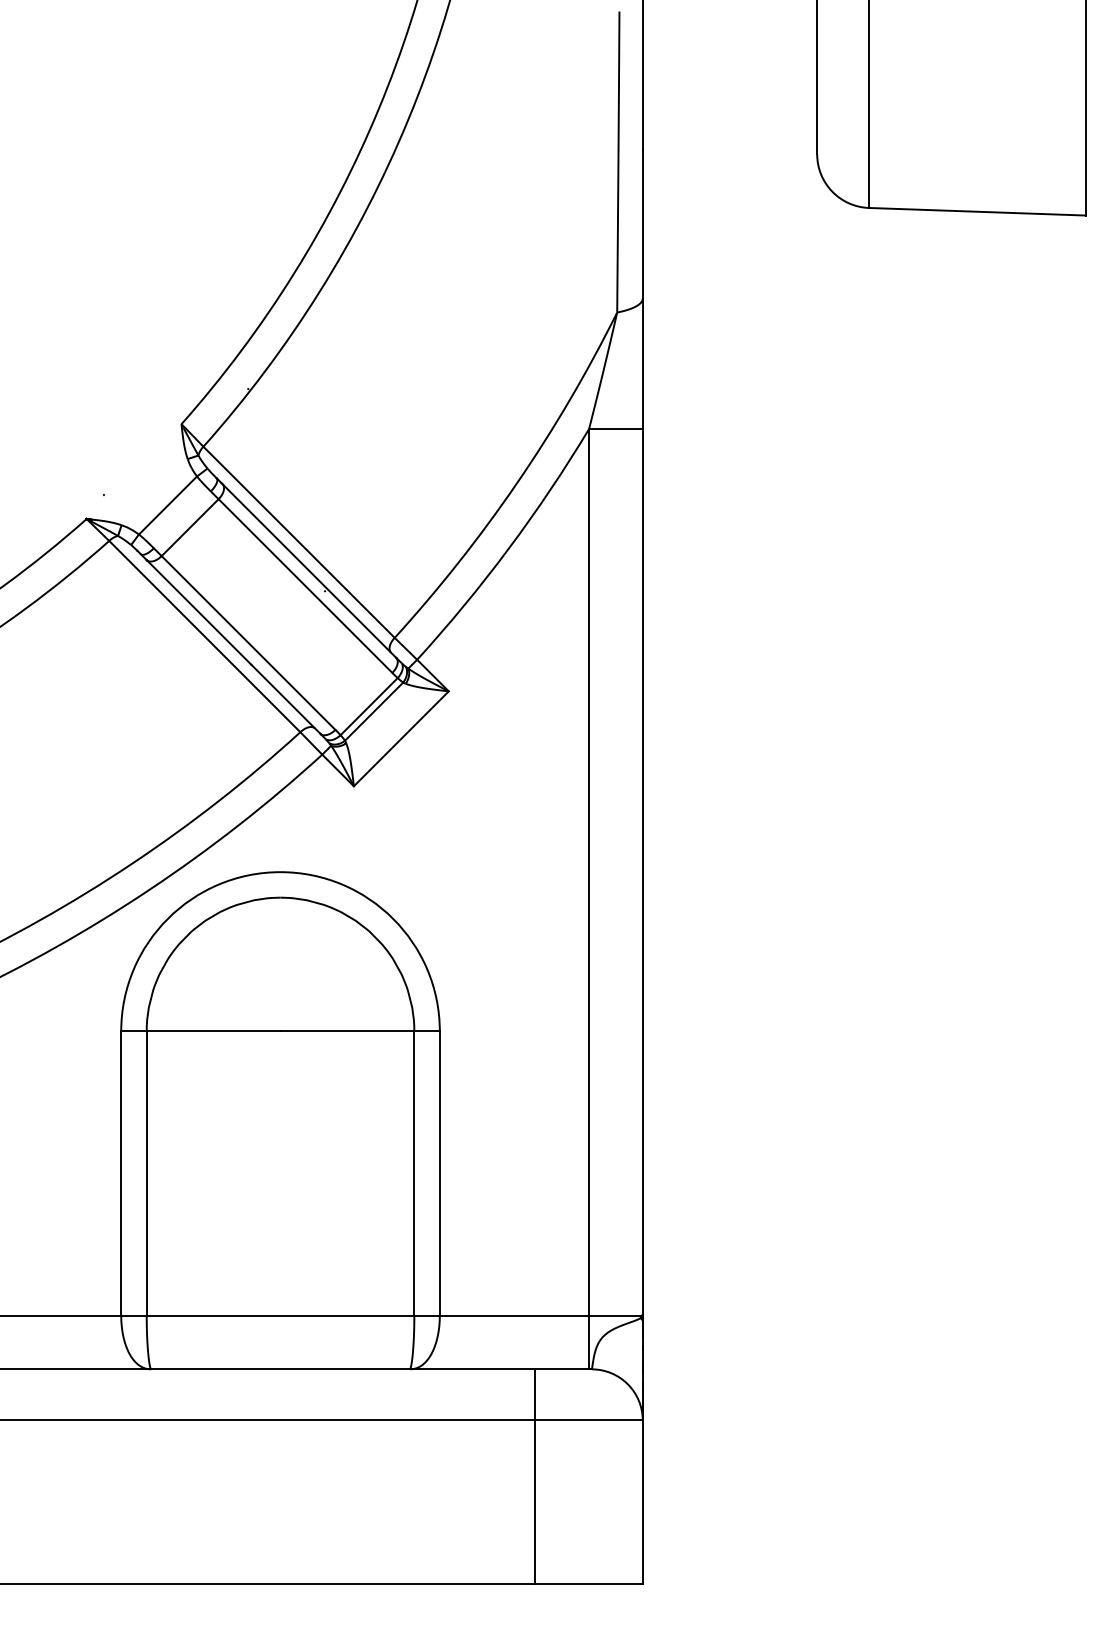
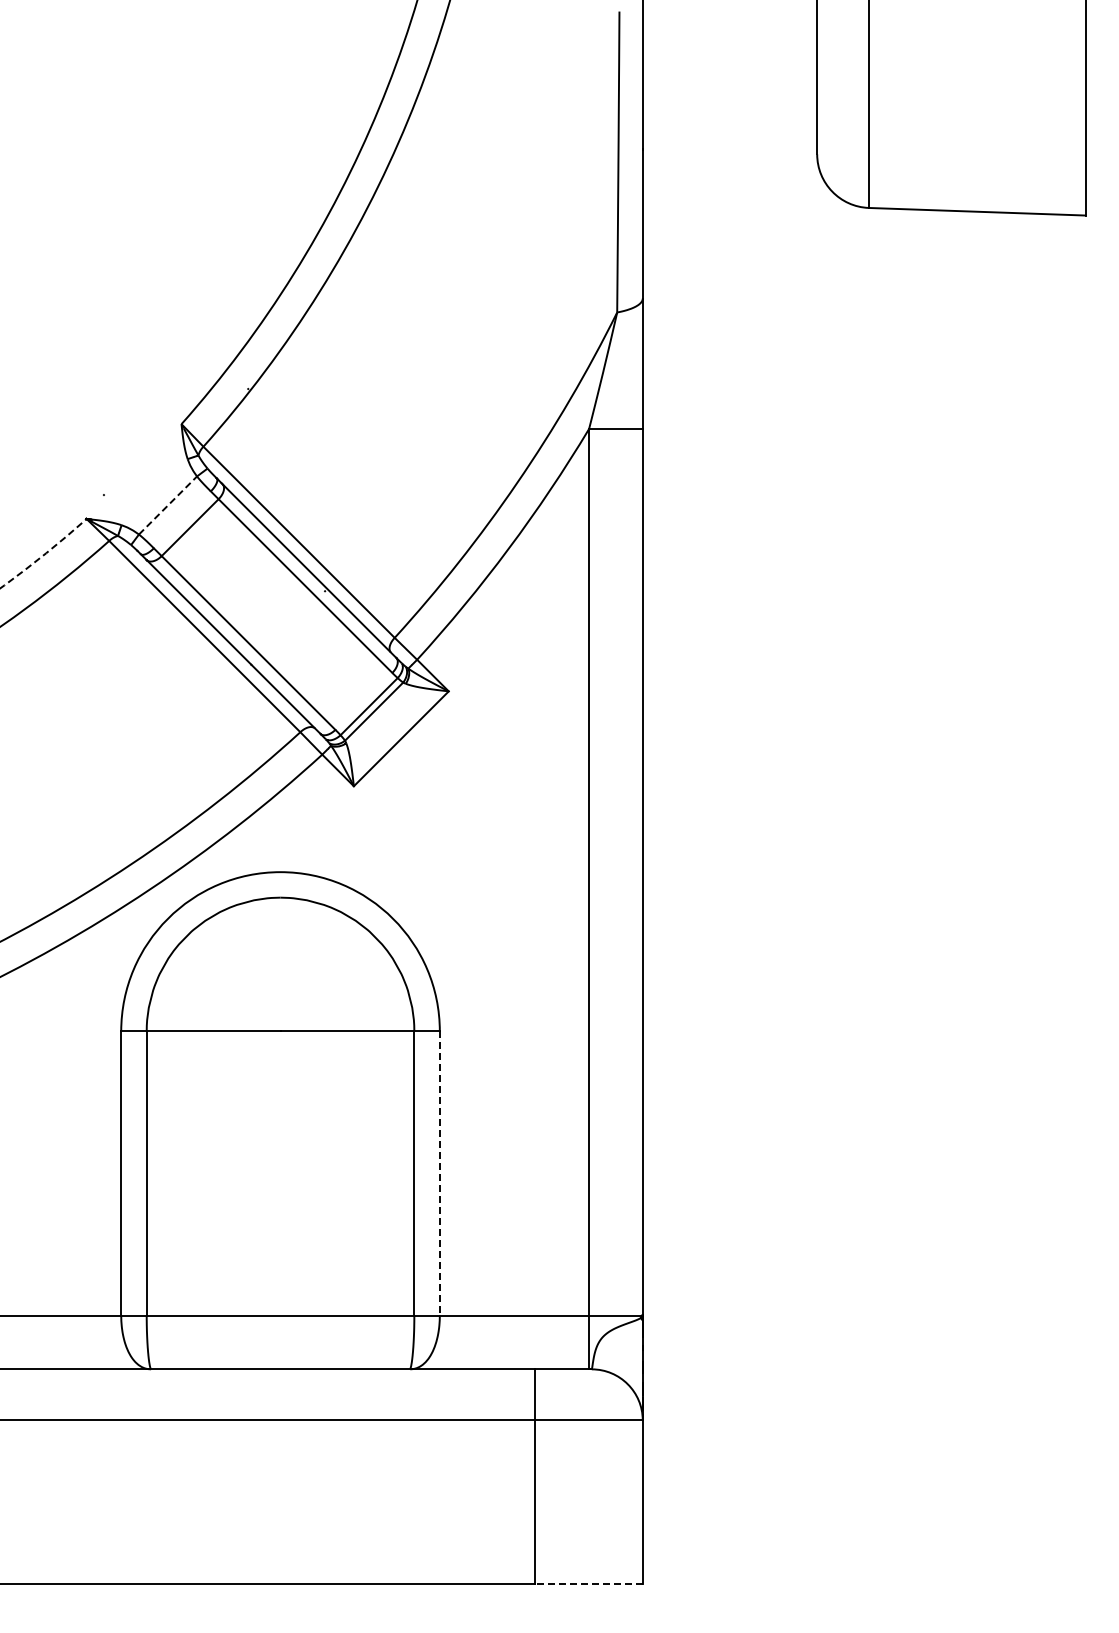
line at (168, 505): solid -> dashed
arc at (44, 554): solid -> dashed
line at (439, 1174): solid -> dashed
line at (589, 1584): solid -> dashed
